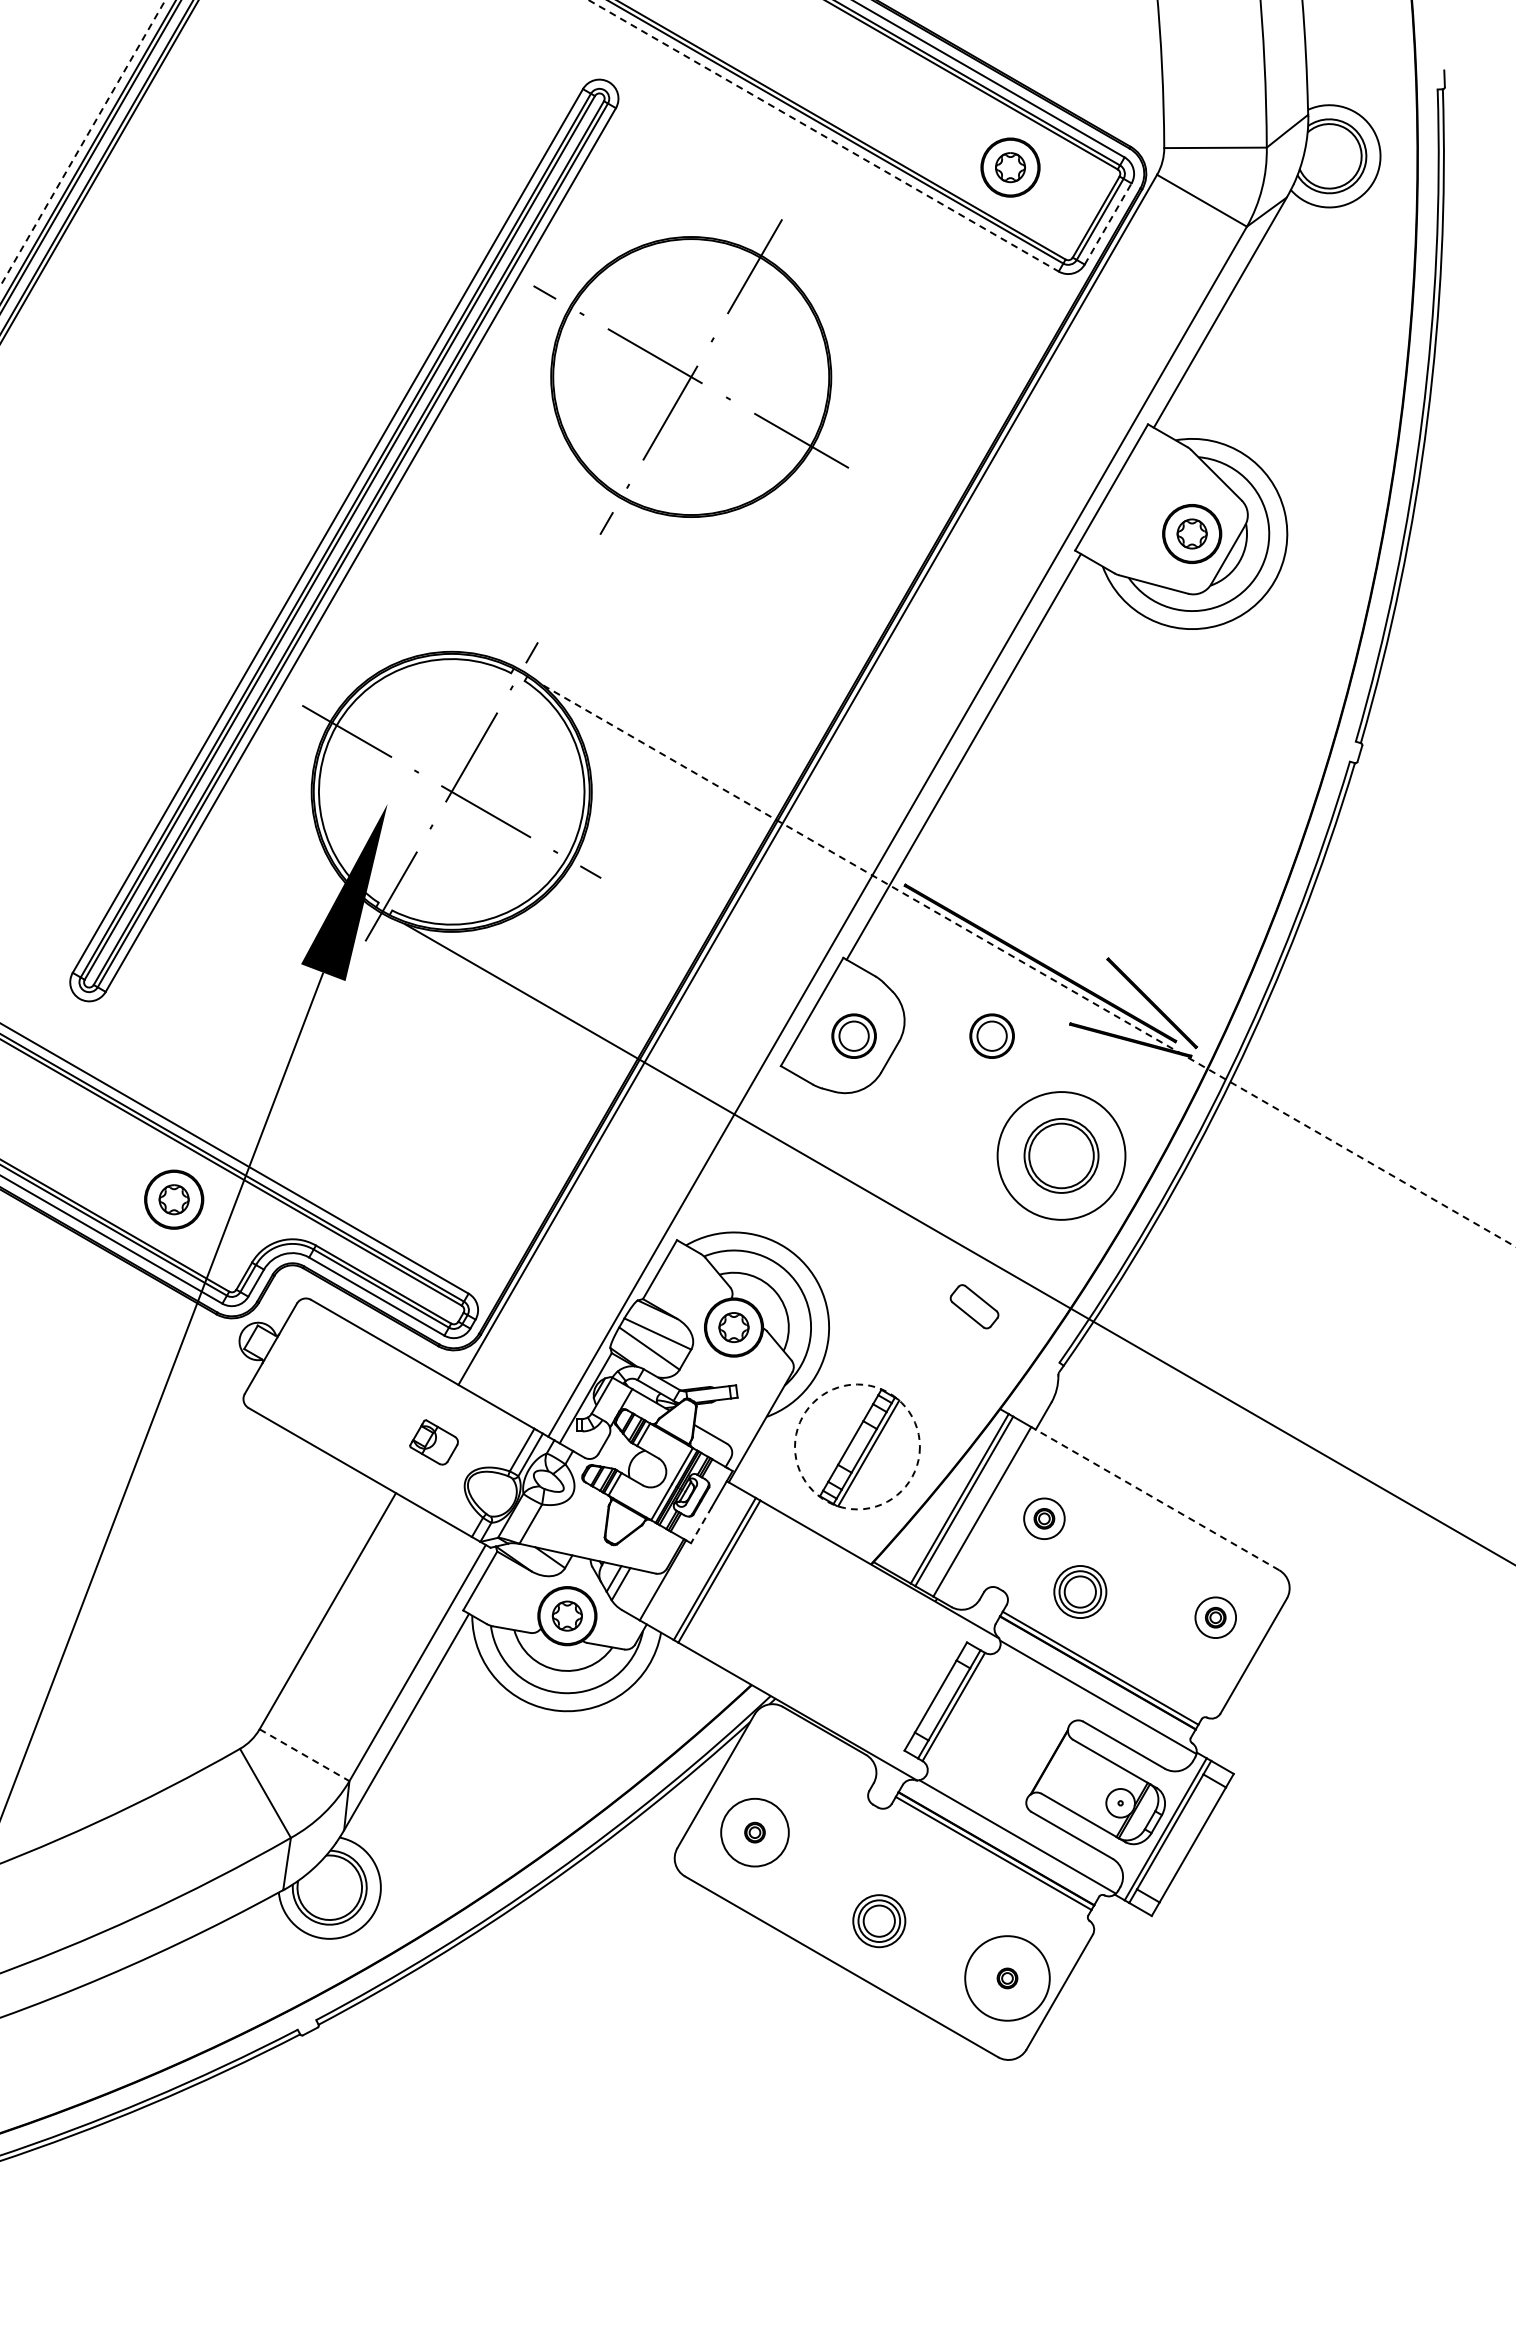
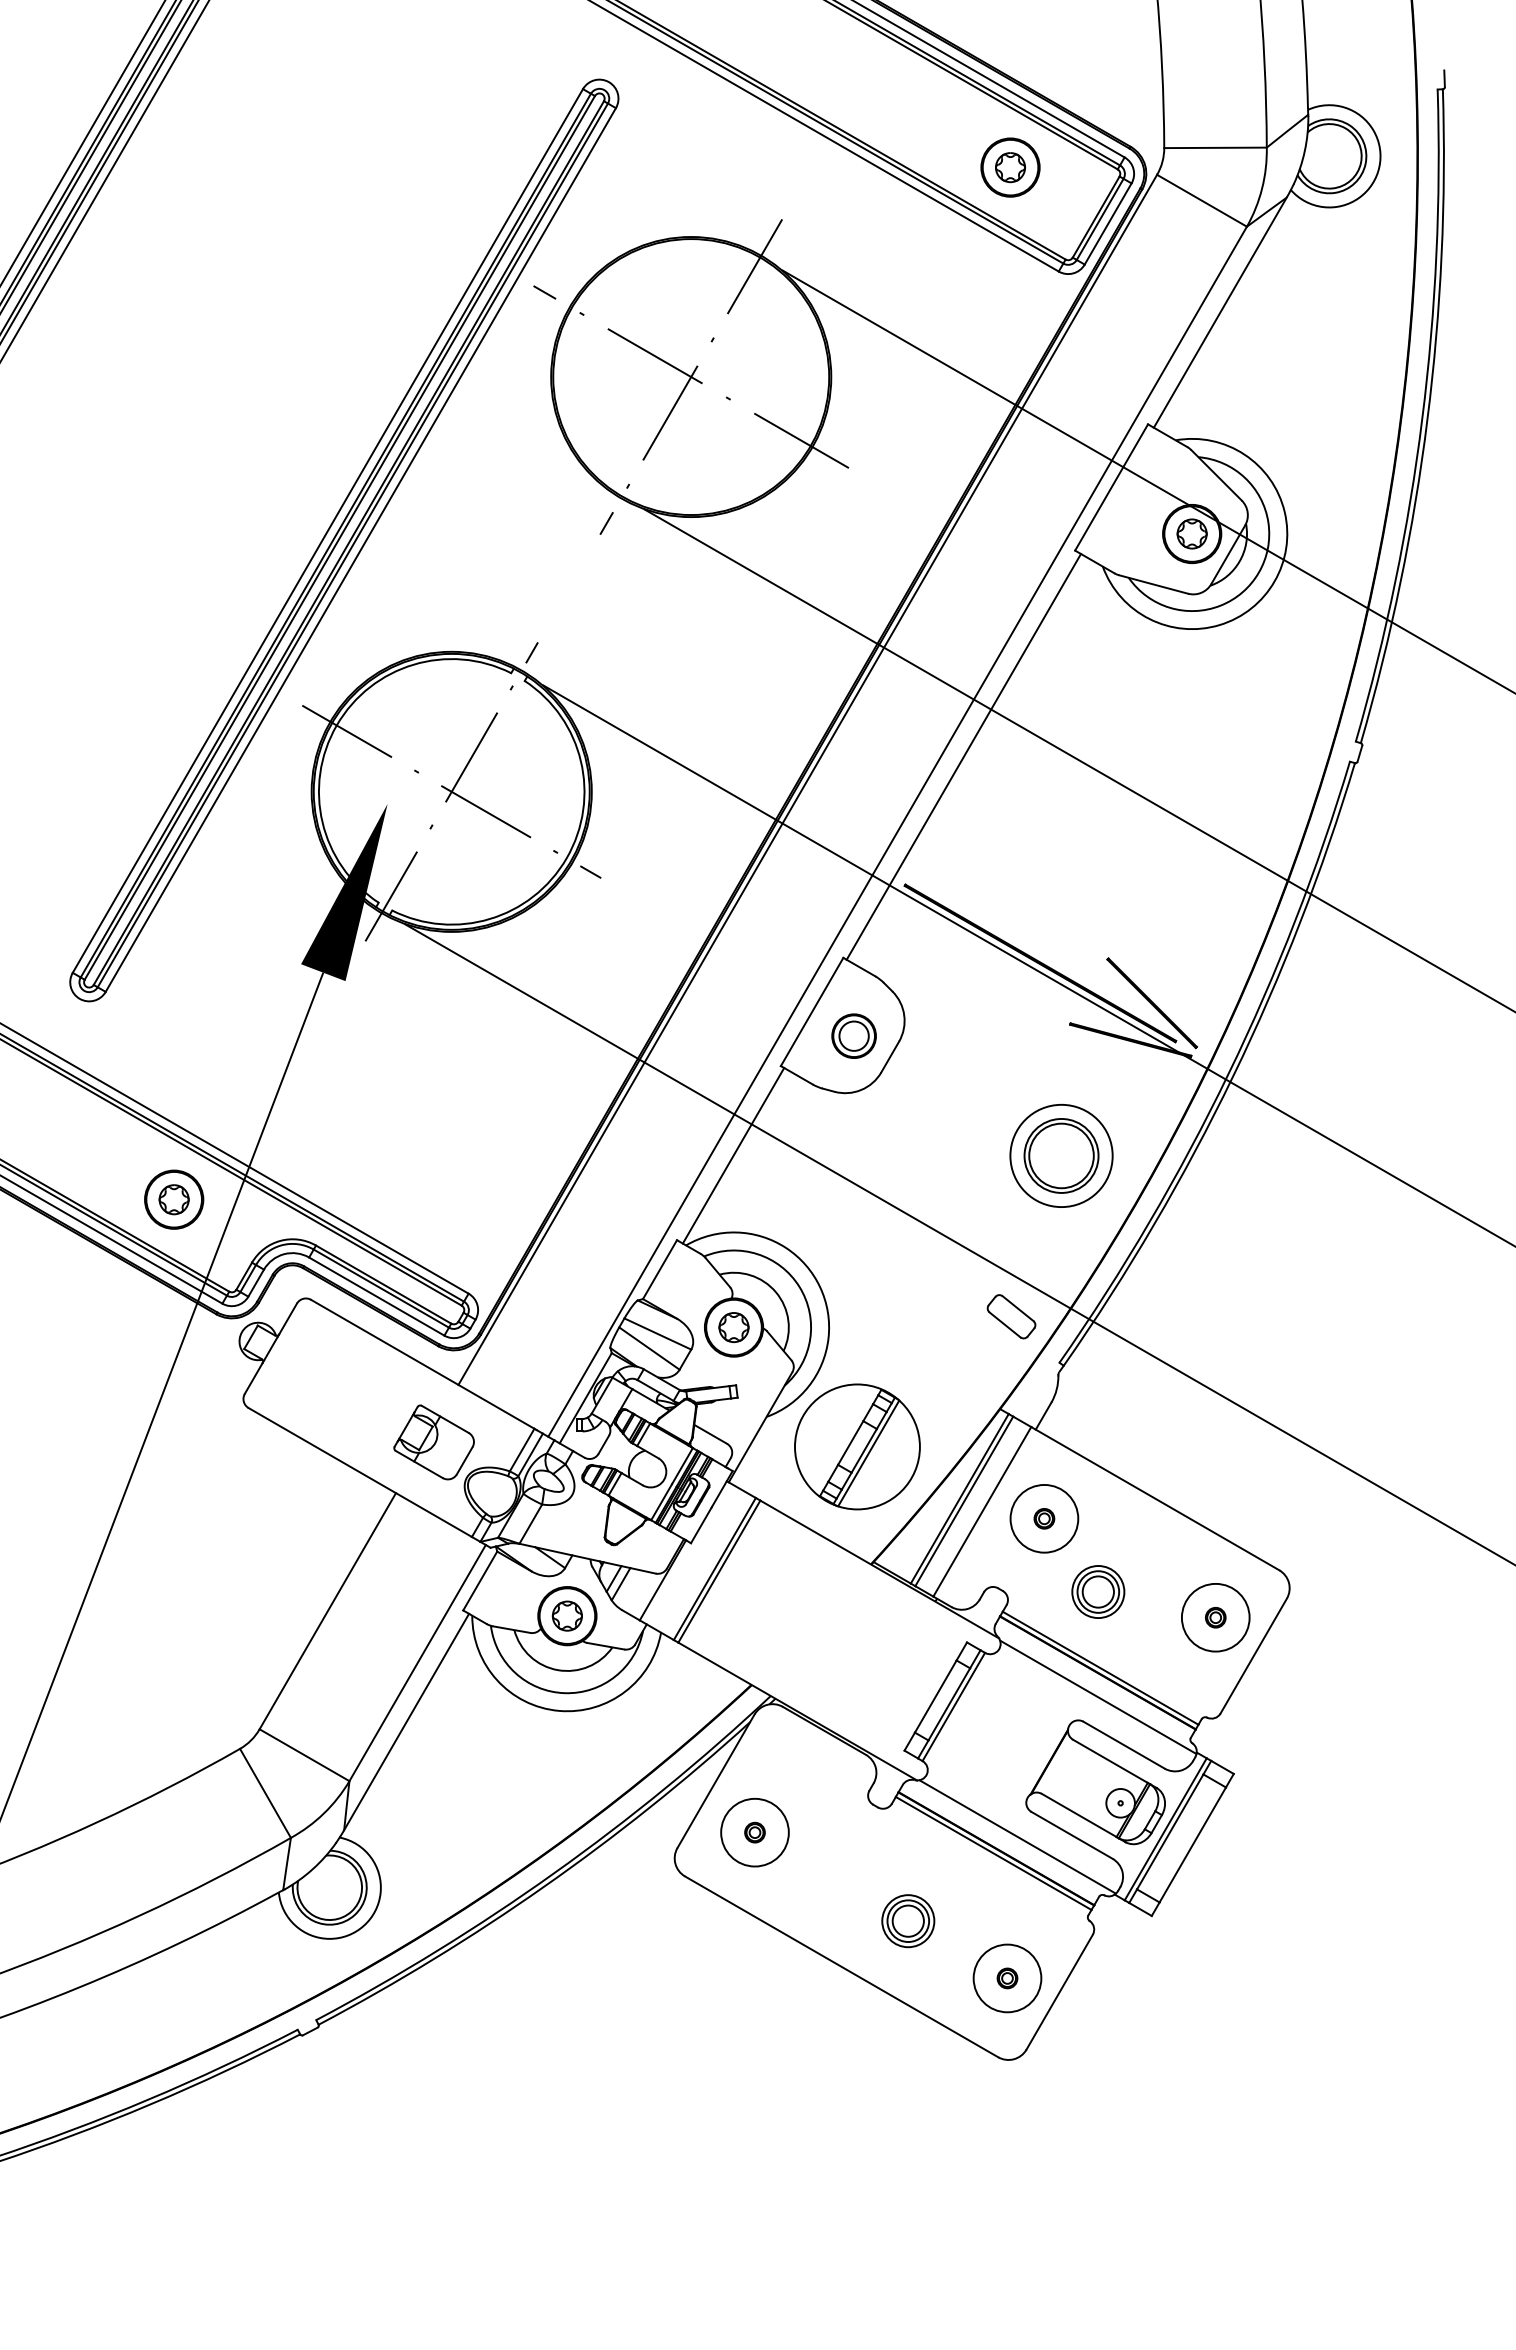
line at (824, 136): dashed -> solid
line at (82, 143): dashed -> solid
line at (105, 180): none -> present
line at (1108, 224): dashed -> solid
line at (1147, 480): none -> present
line at (1078, 759): none -> present
line at (1029, 966): dashed -> solid
part at (991, 1035): present -> none
line at (733, 1155): none -> present
circle at (1061, 1155) diameter: 128 px -> 102 px
part at (974, 1306) position: (974, 1306) -> (1011, 1316)
part at (433, 1442) size: 50x47 px -> 82x77 px
circle at (856, 1446): dashed -> solid
line at (1154, 1498): dashed -> solid
circle at (1044, 1518) diameter: 41 px -> 68 px
line at (701, 1525): dashed -> solid
part at (1080, 1591) position: (1080, 1591) -> (1098, 1591)
circle at (1215, 1617) diameter: 41 px -> 68 px
line at (304, 1755): dashed -> solid
part at (879, 1921) position: (879, 1921) -> (908, 1921)
circle at (1007, 1978) diameter: 85 px -> 68 px
